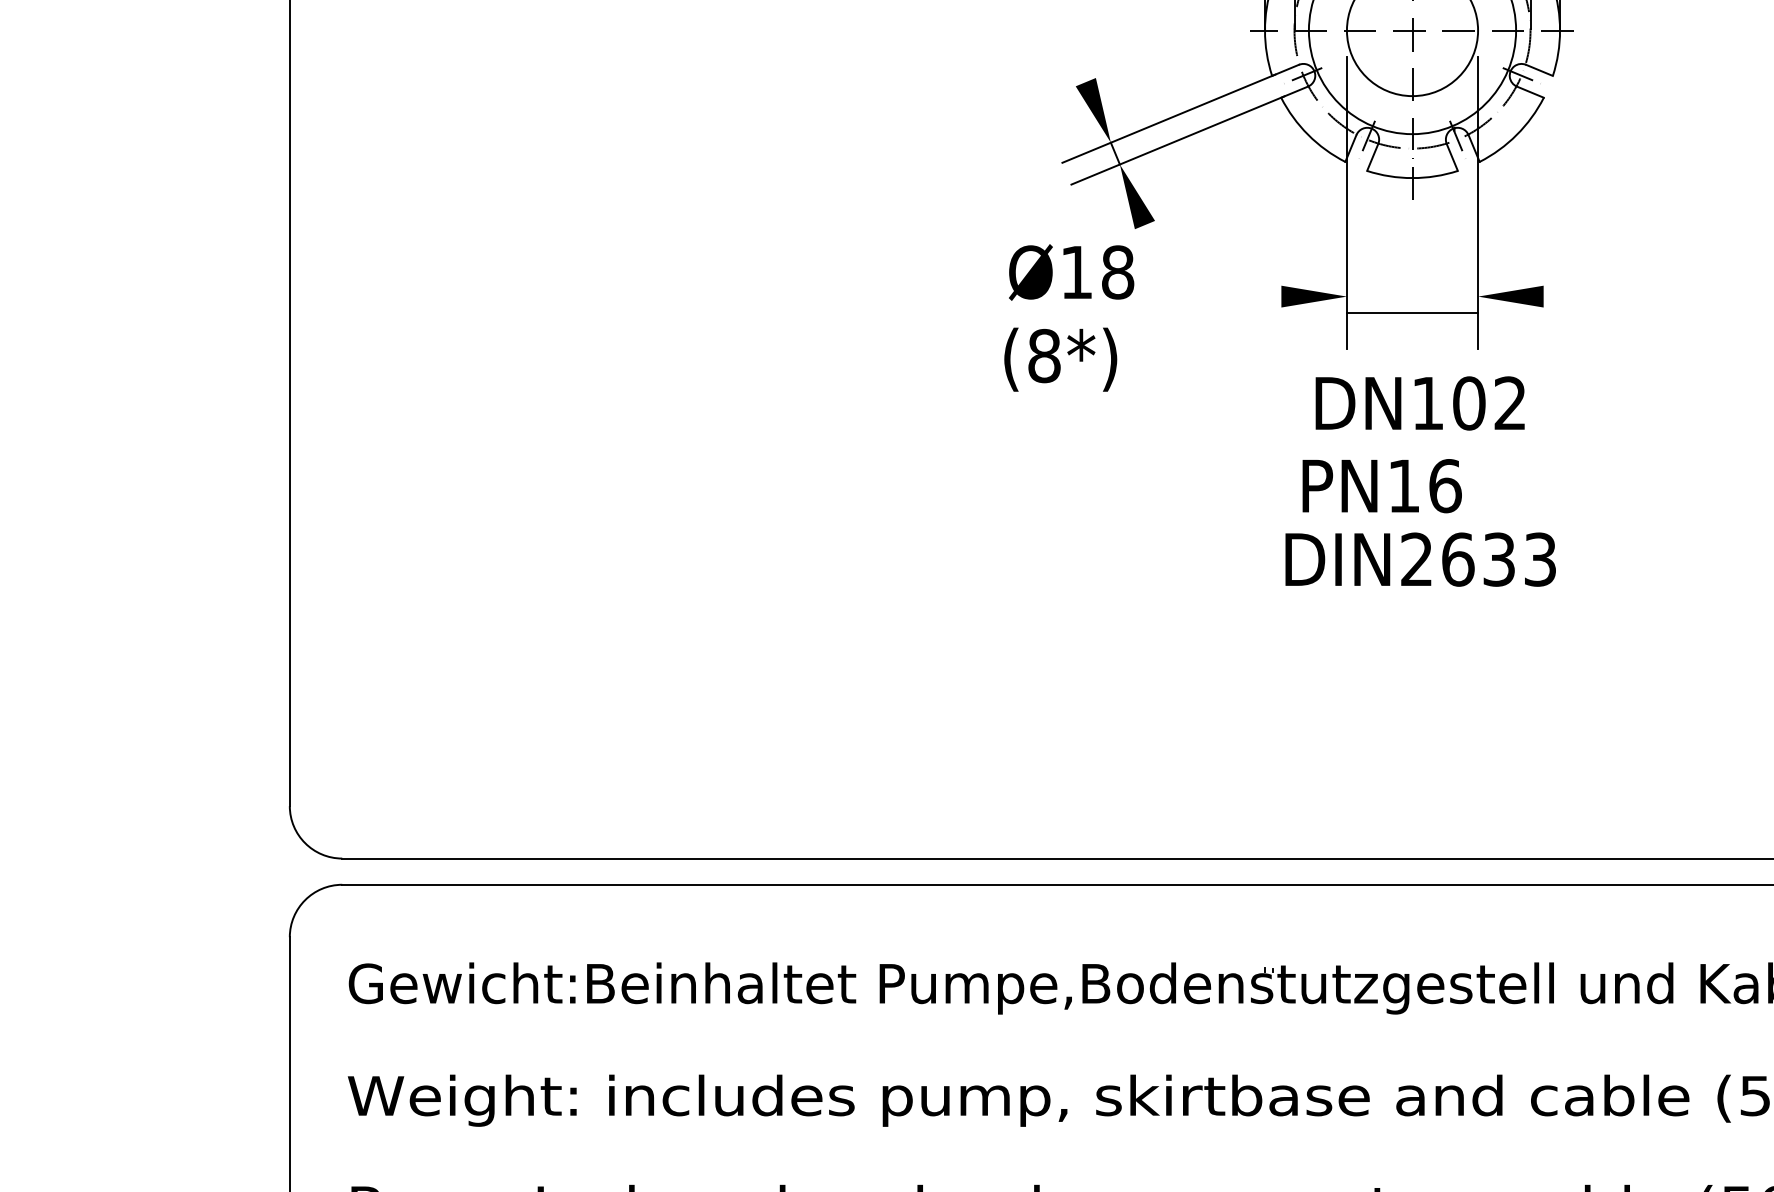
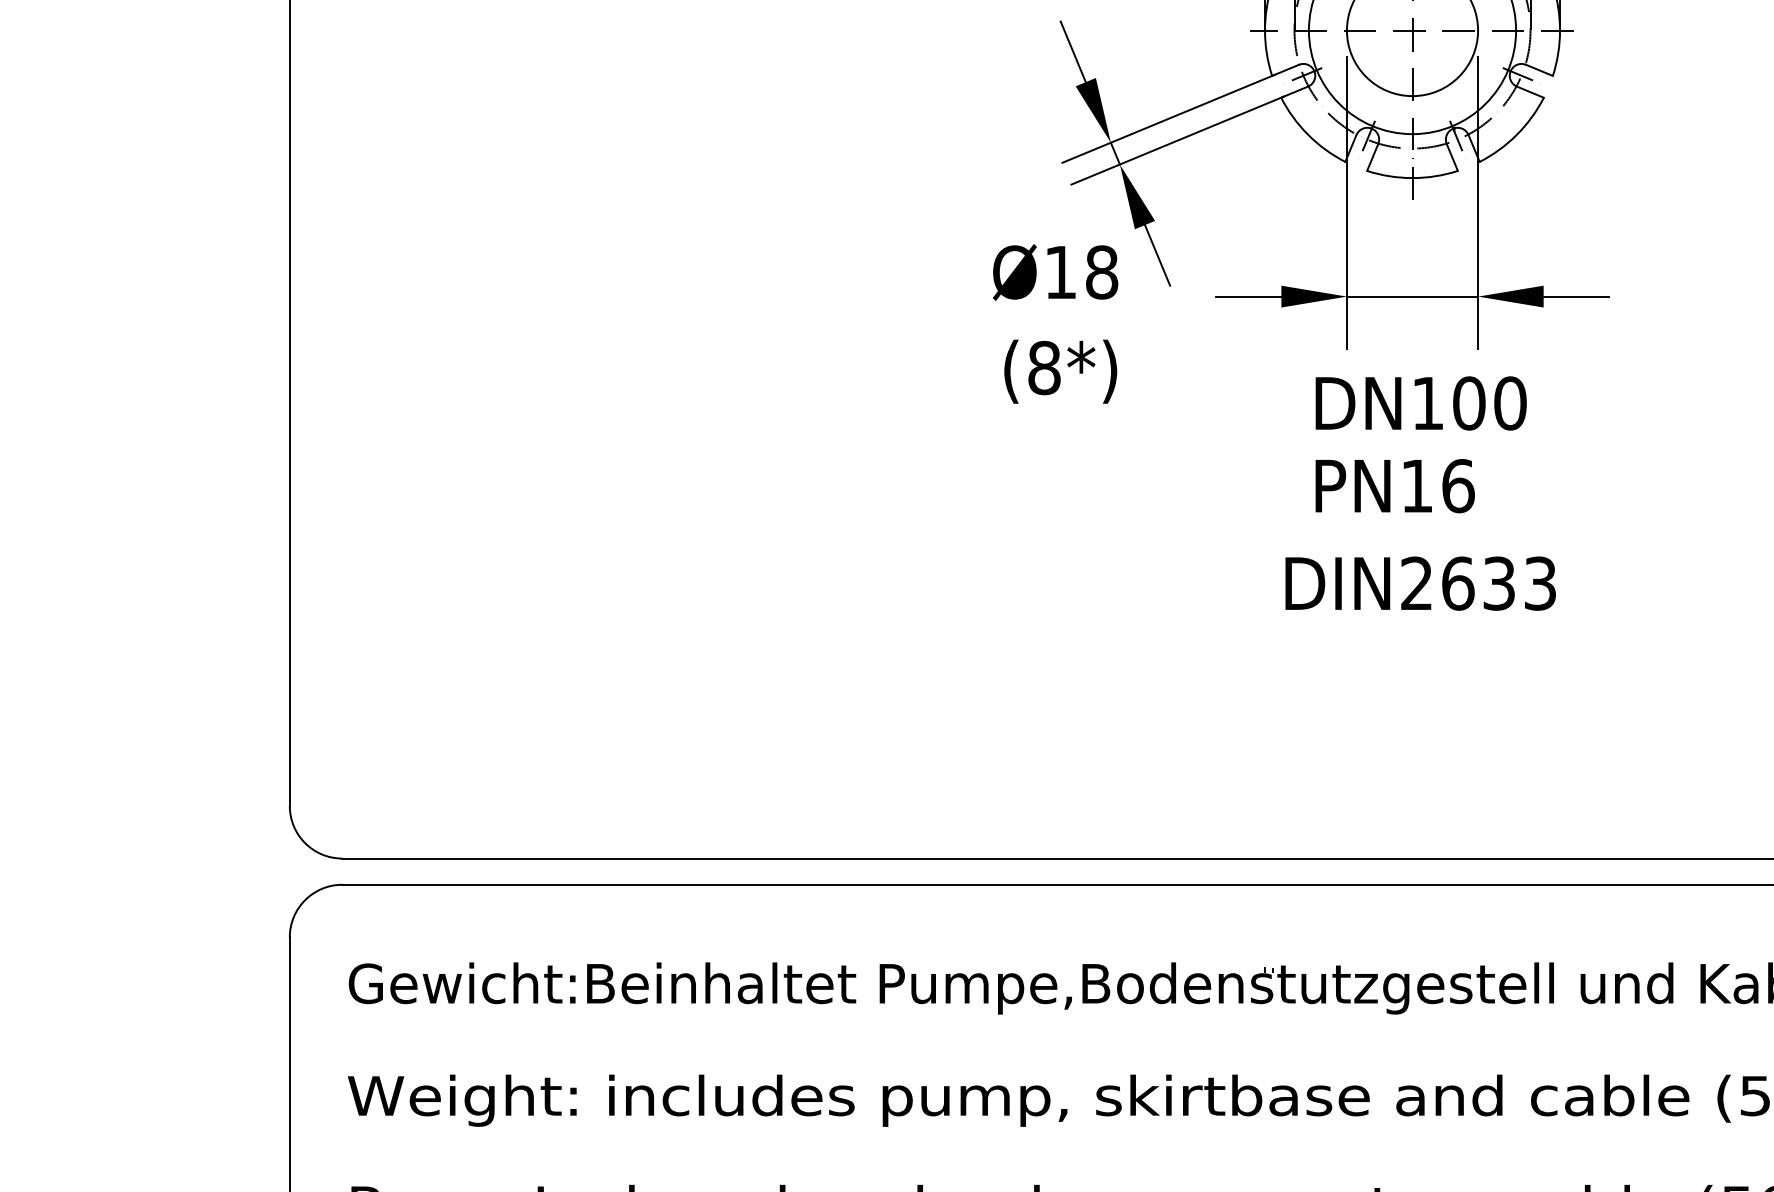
line at (1072, 51): none -> present
line at (1157, 255): none -> present
text at (1071, 272) position: (1071, 272) -> (1055, 272)
line at (1248, 296): none -> present
line at (1576, 296): none -> present
line at (1412, 312) position: (1412, 312) -> (1412, 296)
text at (1060, 359) position: (1060, 359) -> (1060, 371)
text at (1510, 403): DN102 -> DN100
text at (1381, 486) position: (1381, 486) -> (1394, 486)
text at (1420, 559) position: (1420, 559) -> (1420, 583)
